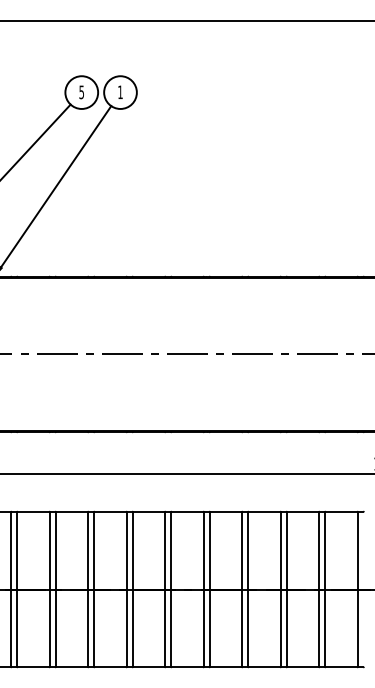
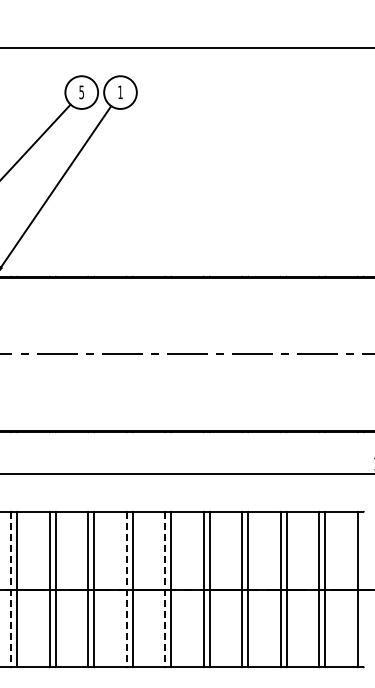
line at (186, 20) position: (186, 20) -> (186, 47)
line at (11, 590): solid -> dashed
line at (126, 590): solid -> dashed
line at (165, 590): solid -> dashed
